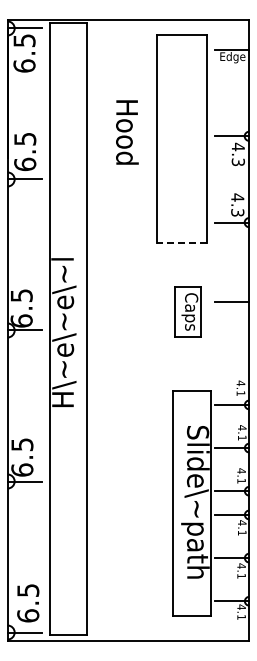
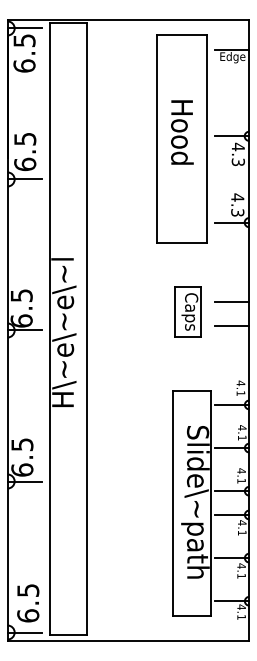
text at (127, 132) position: (127, 132) -> (182, 132)
line at (181, 243): dashed -> solid
line at (231, 325): none -> present
